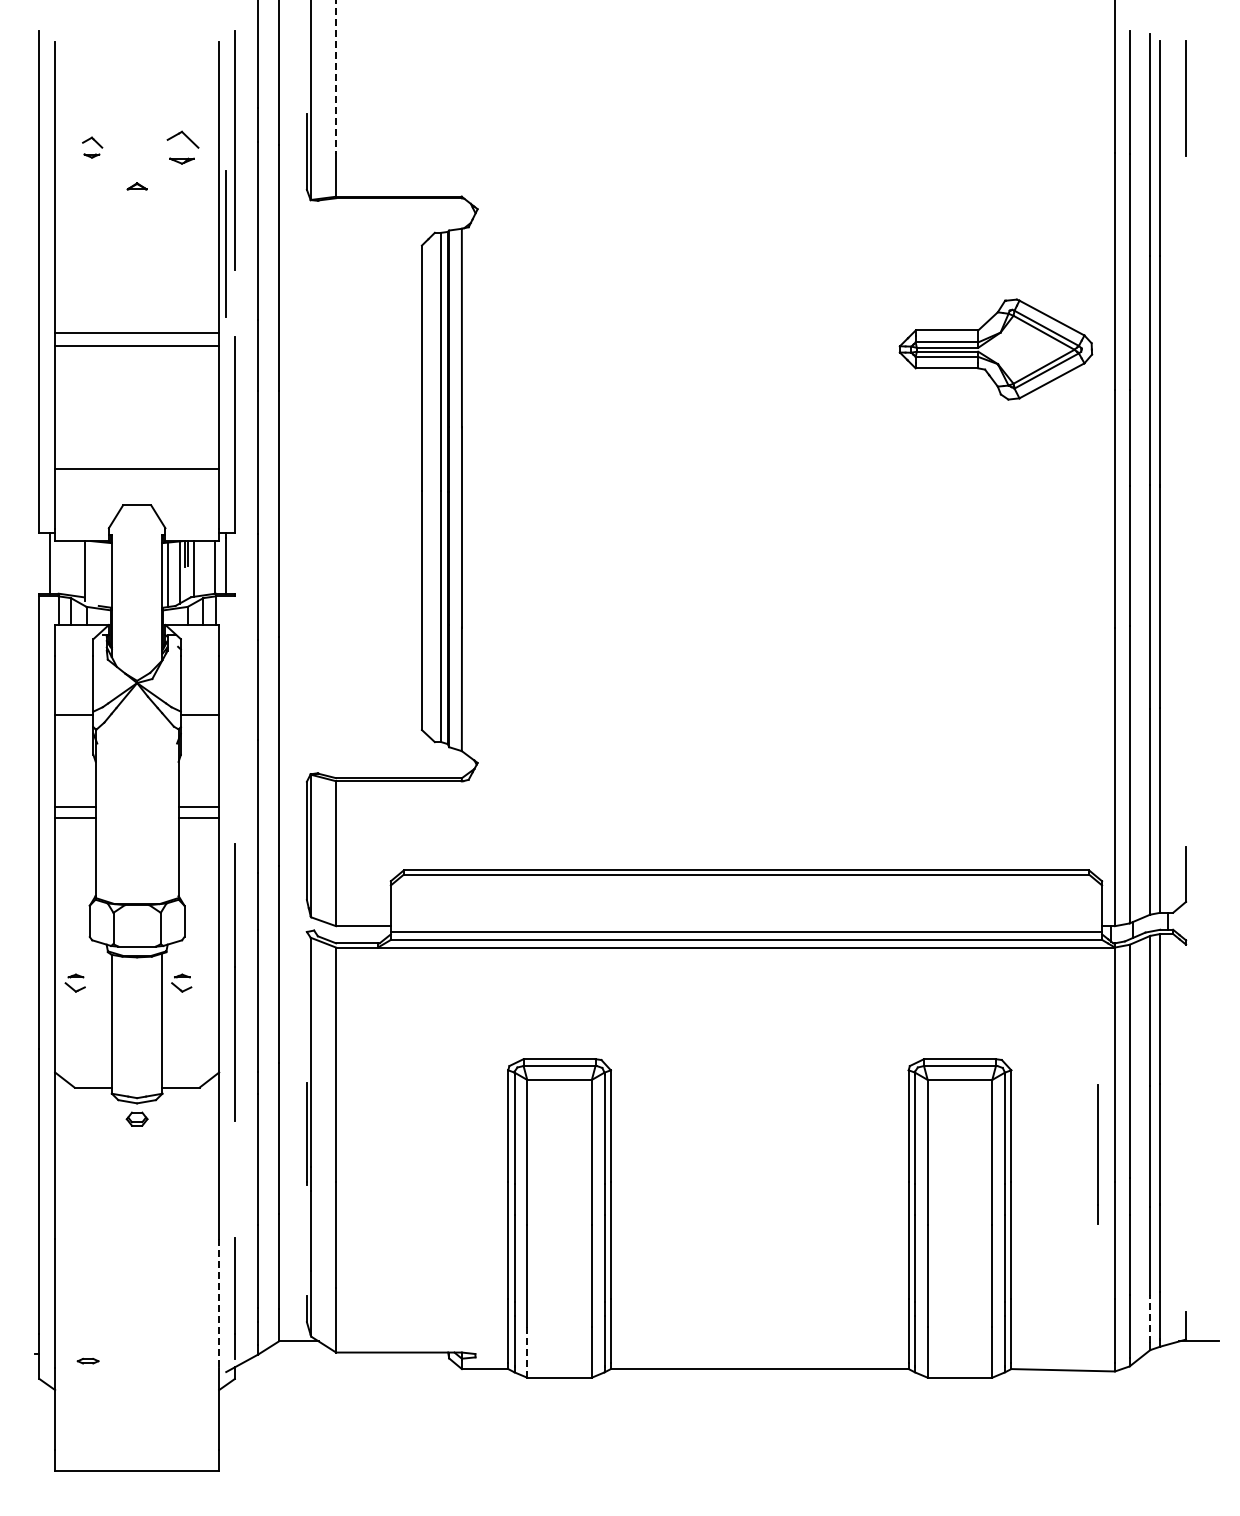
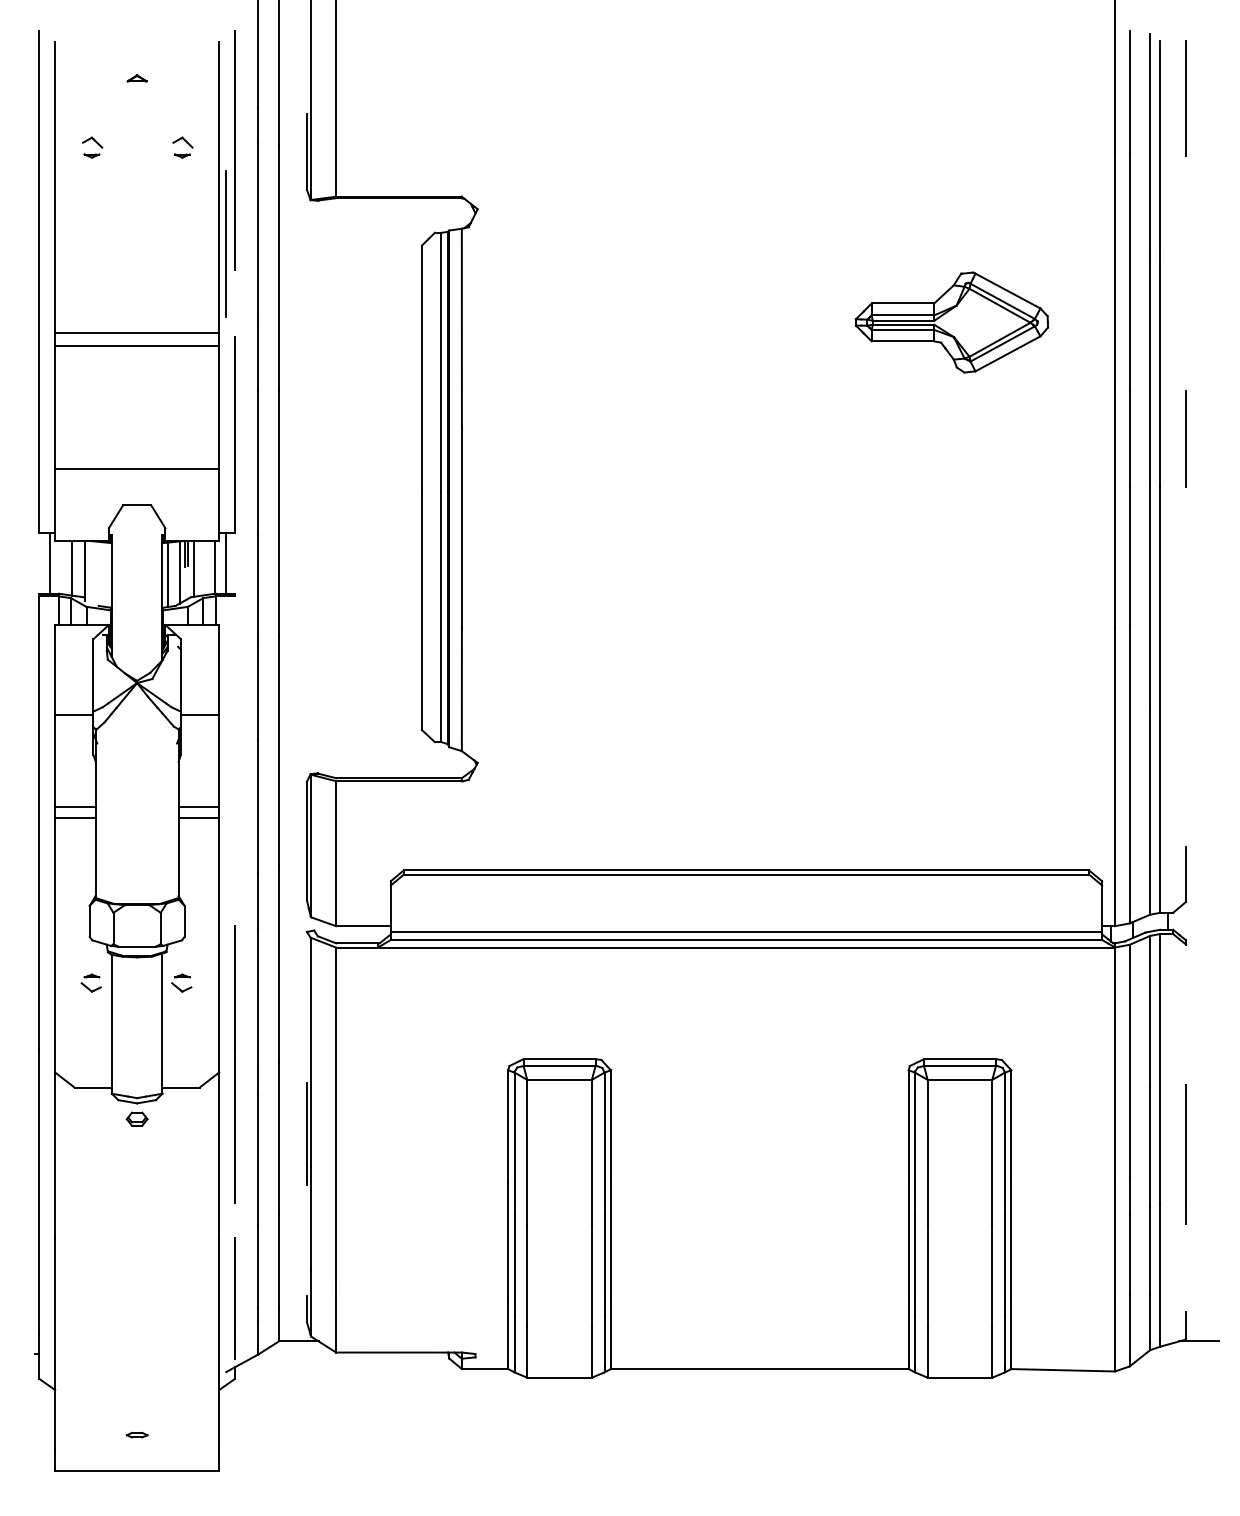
line at (336, 77): dashed -> solid
part at (182, 147) size: 34x35 px -> 22x23 px
part at (136, 186) position: (136, 186) -> (136, 78)
part at (995, 349) position: (995, 349) -> (951, 322)
line at (1186, 438): none -> present
line at (71, 568): none -> present
part at (74, 982) position: (74, 982) -> (90, 982)
line at (234, 982) position: (234, 982) -> (234, 1064)
line at (1097, 1154) position: (1097, 1154) -> (1185, 1154)
line at (219, 1303): dashed -> solid
line at (1150, 1318): dashed -> solid
line at (527, 1352): dashed -> solid
part at (87, 1360) position: (87, 1360) -> (136, 1434)
